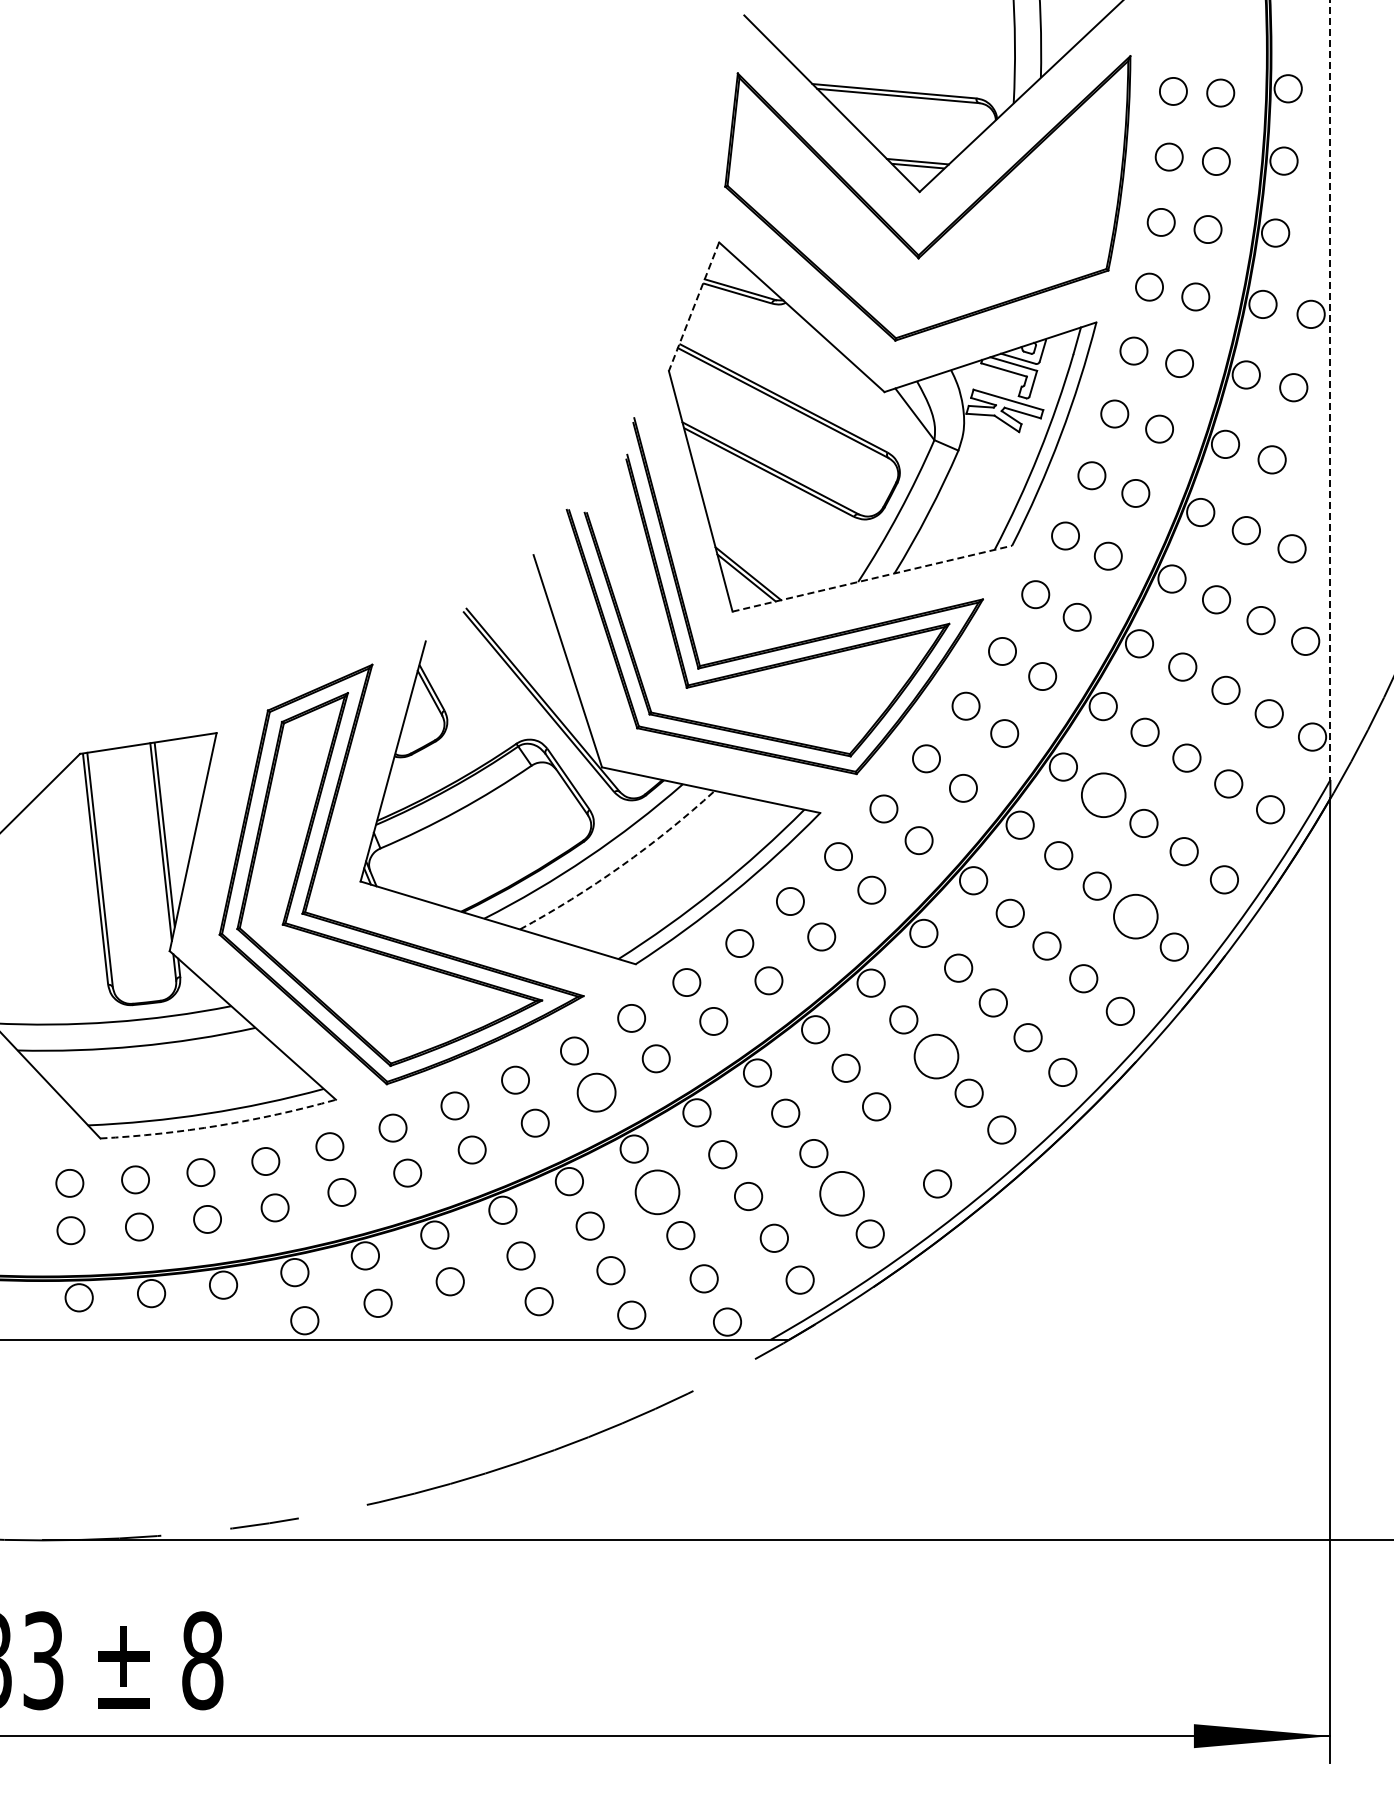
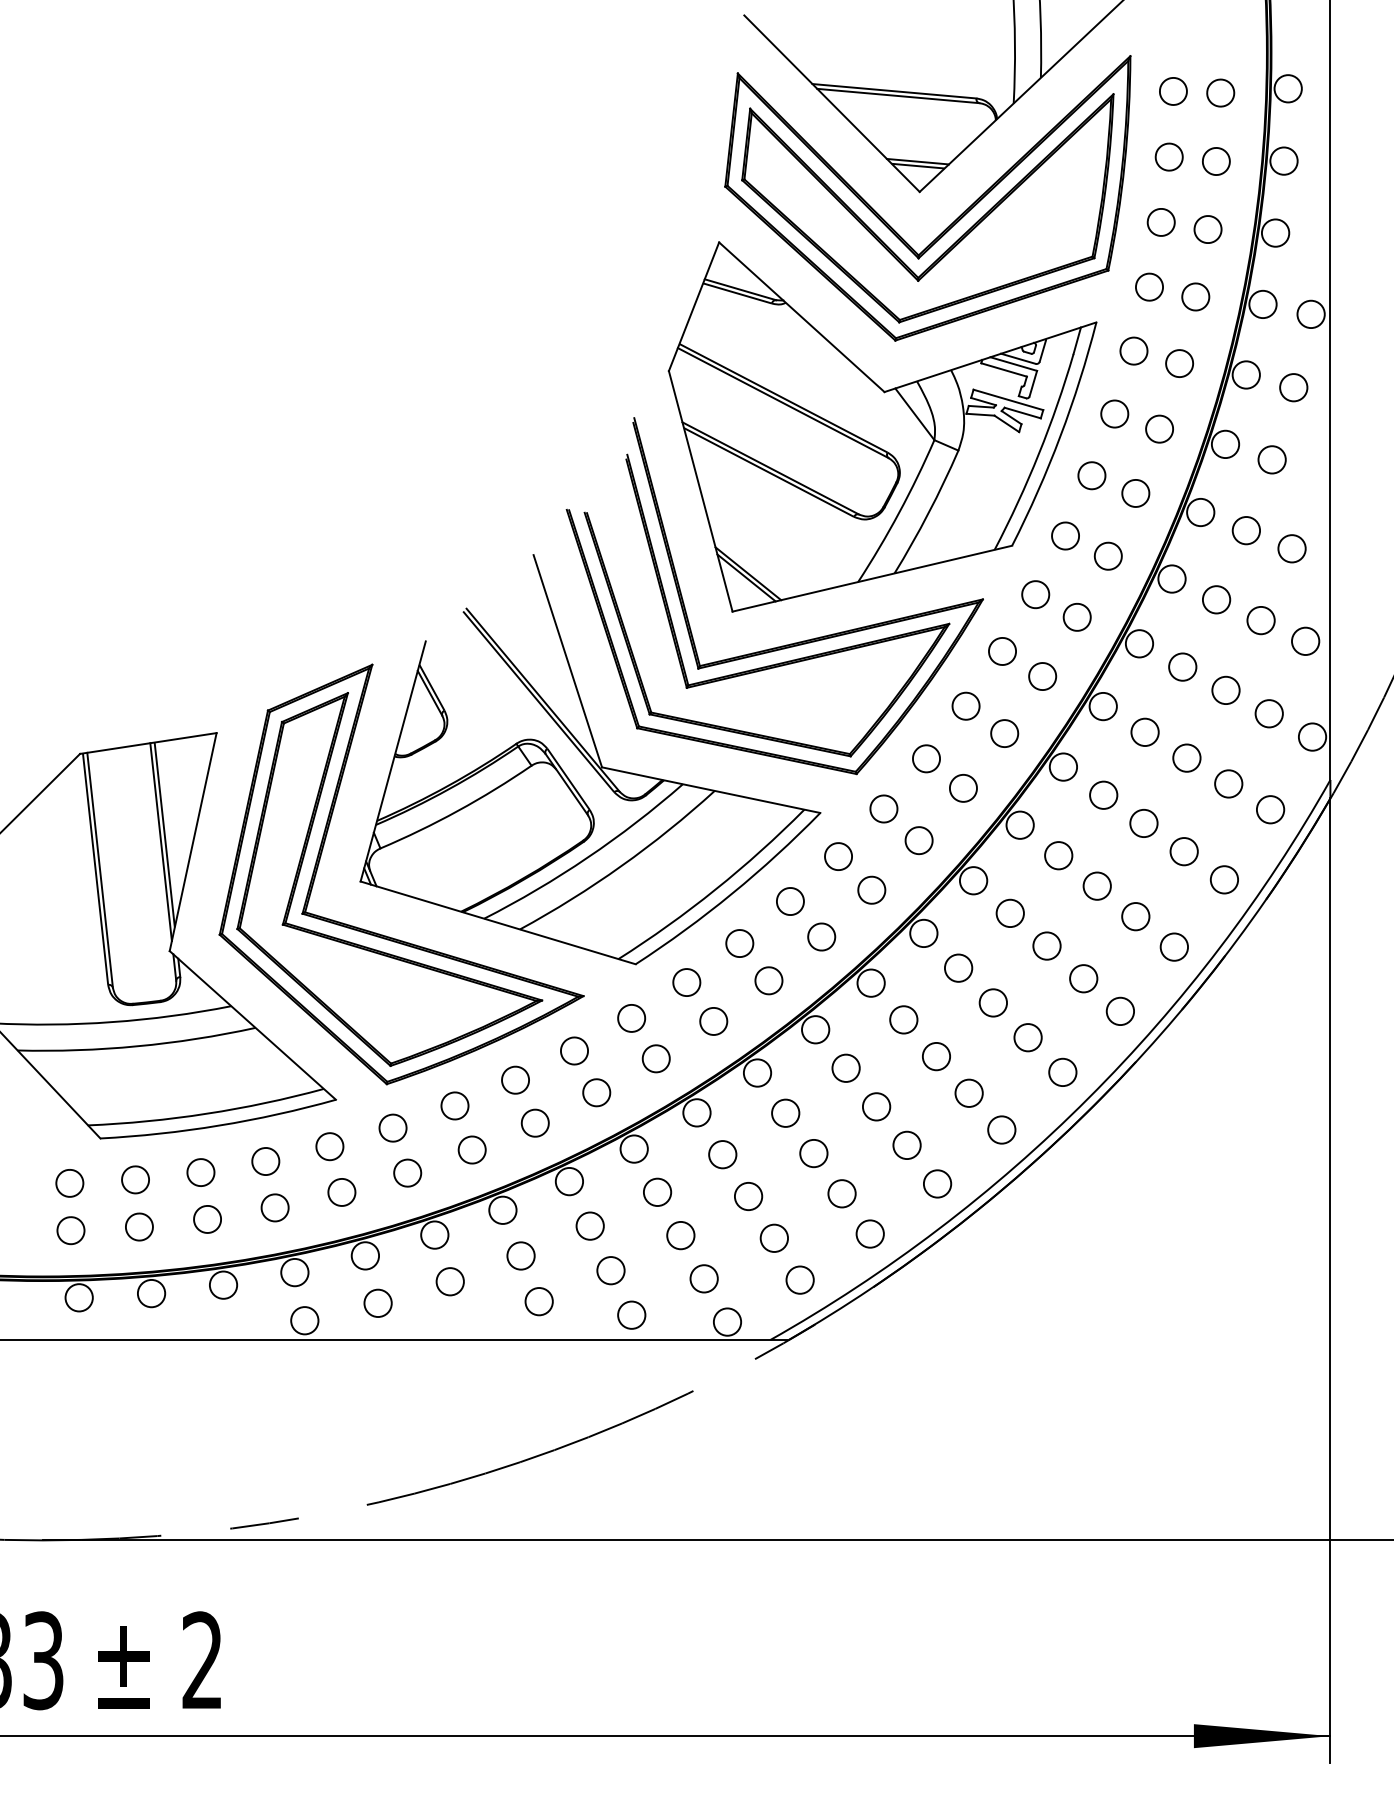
part at (958, 238): none -> present
line at (693, 307): dashed -> solid
line at (1330, 390): dashed -> solid
line at (872, 578): dashed -> solid
circle at (1103, 795) diameter: 44 px -> 27 px
arc at (621, 866): dashed -> solid
circle at (1135, 916) diameter: 44 px -> 27 px
circle at (936, 1056) diameter: 44 px -> 27 px
part at (596, 1092) size: 41x41 px -> 30x30 px
arc at (219, 1125): dashed -> solid
circle at (906, 1144): none -> present
circle at (657, 1192) diameter: 44 px -> 27 px
circle at (841, 1193) diameter: 44 px -> 27 px
text at (202, 1660): 8 -> 2
